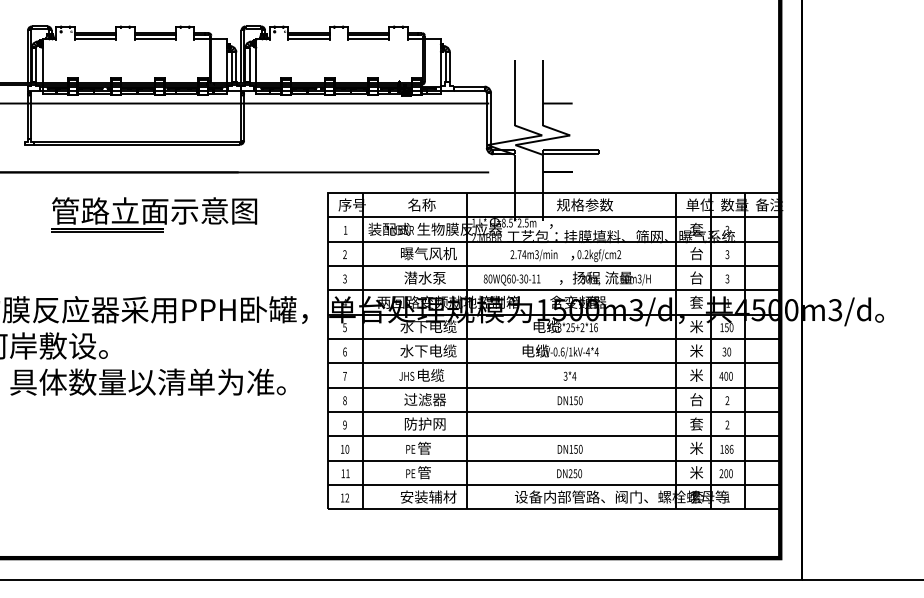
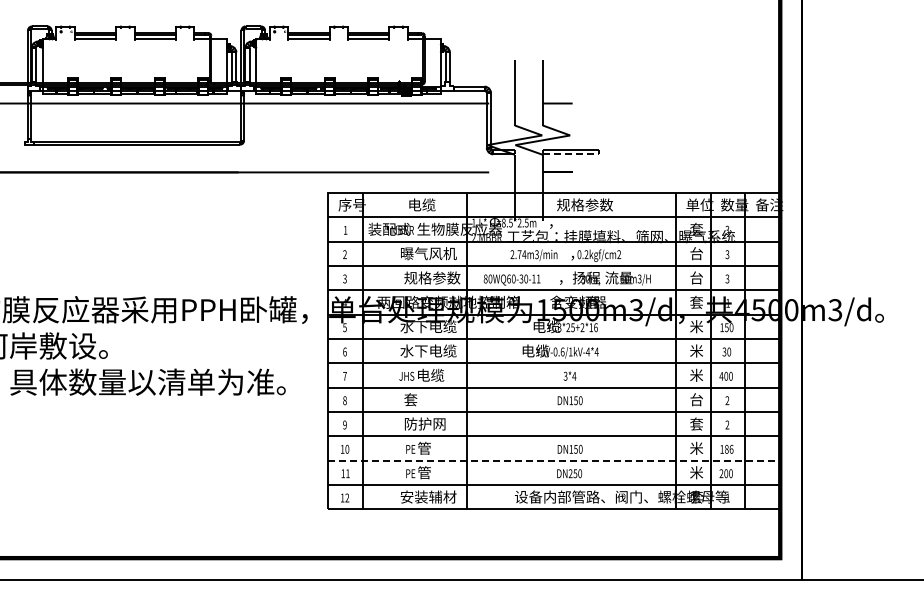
line at (571, 154): solid -> dashed
text at (421, 204): 名称 -> 电缆
part at (154, 214): present -> none
text at (432, 277): 潜水泵 -> 规格参数
text at (424, 399): 过滤器 -> 套
line at (554, 460): solid -> dashed
